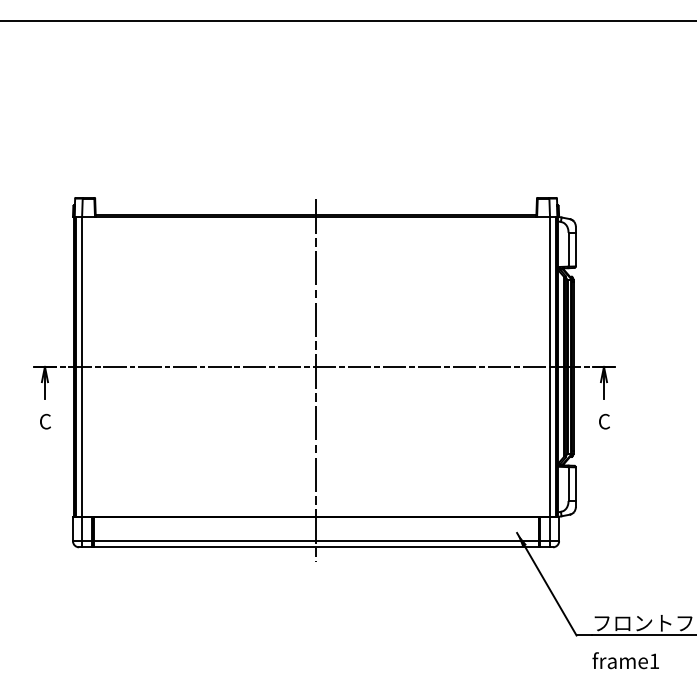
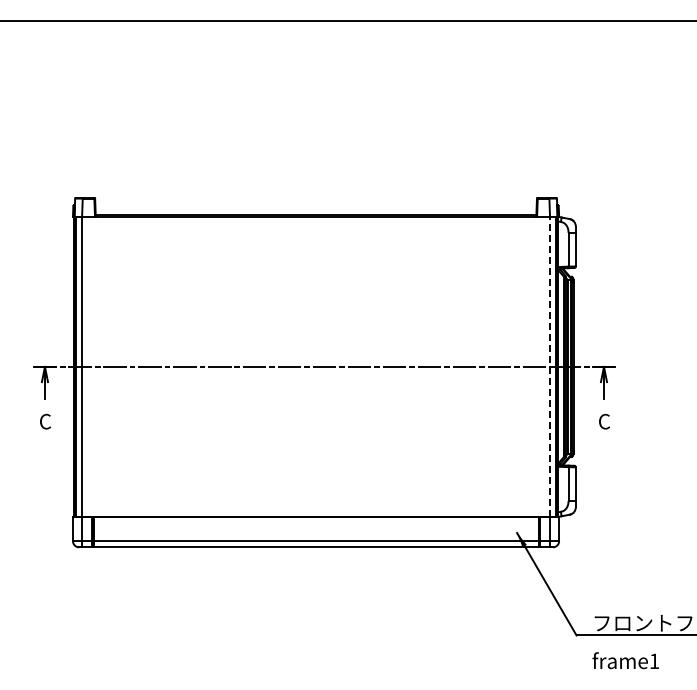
line at (549, 366): solid -> dashed
line at (316, 380): present -> none
